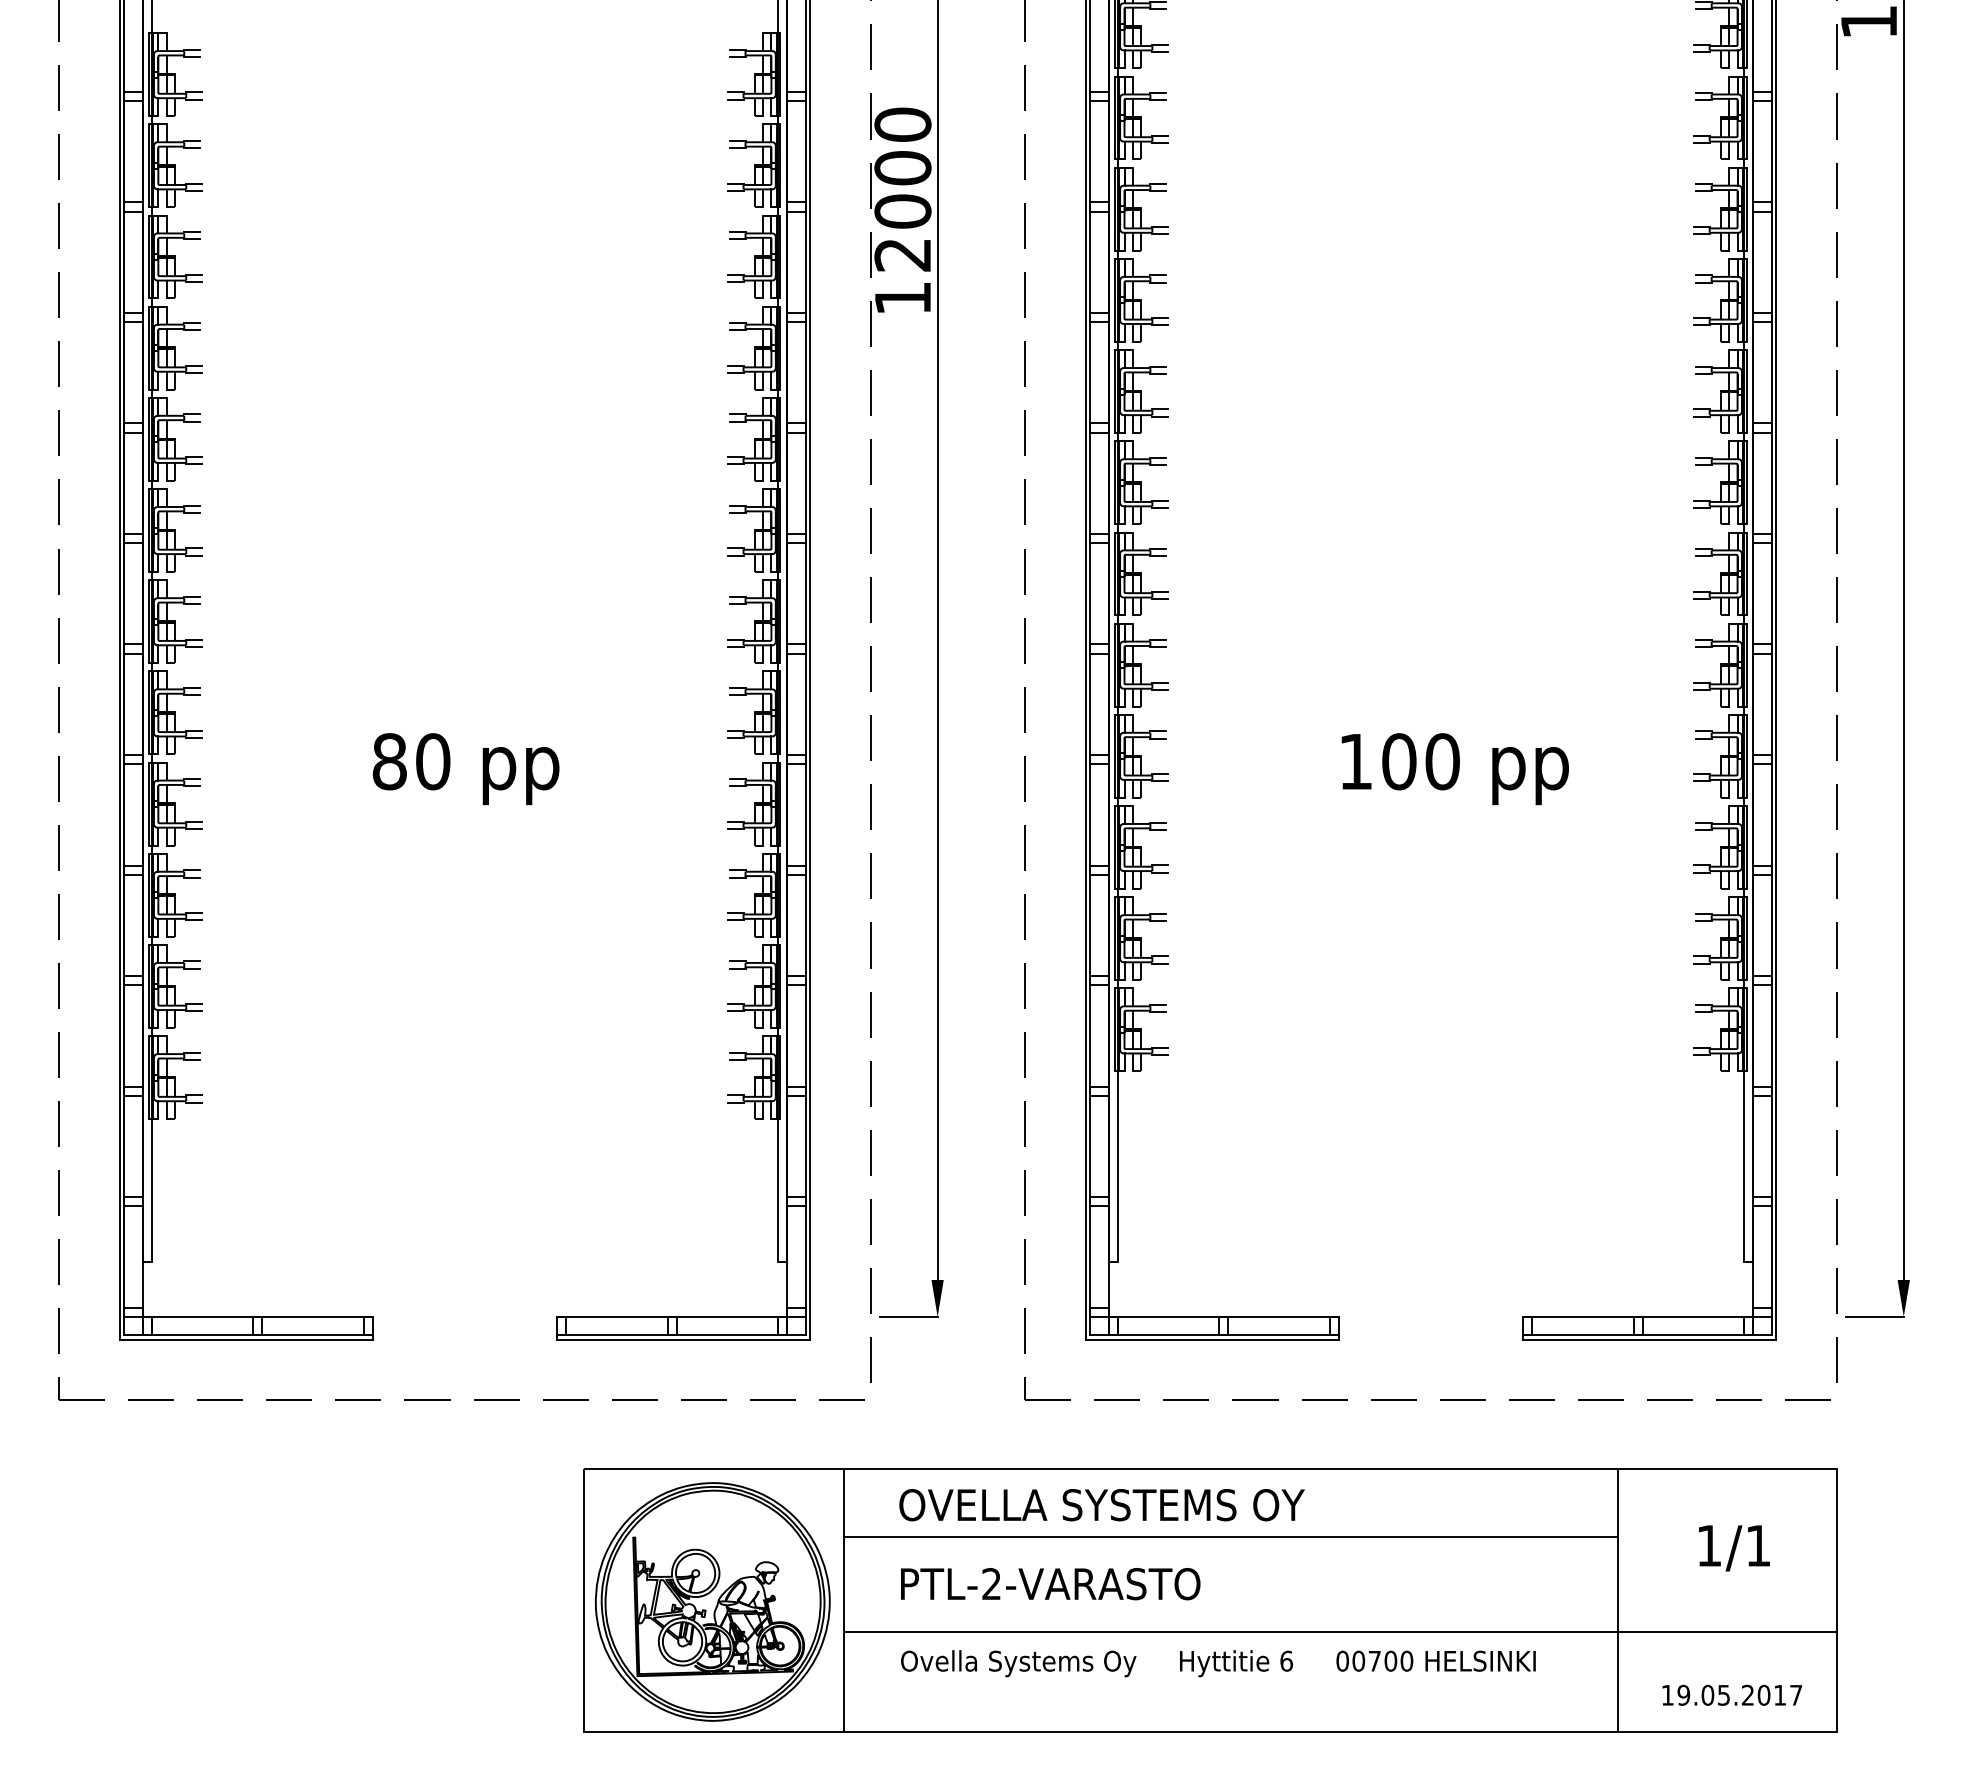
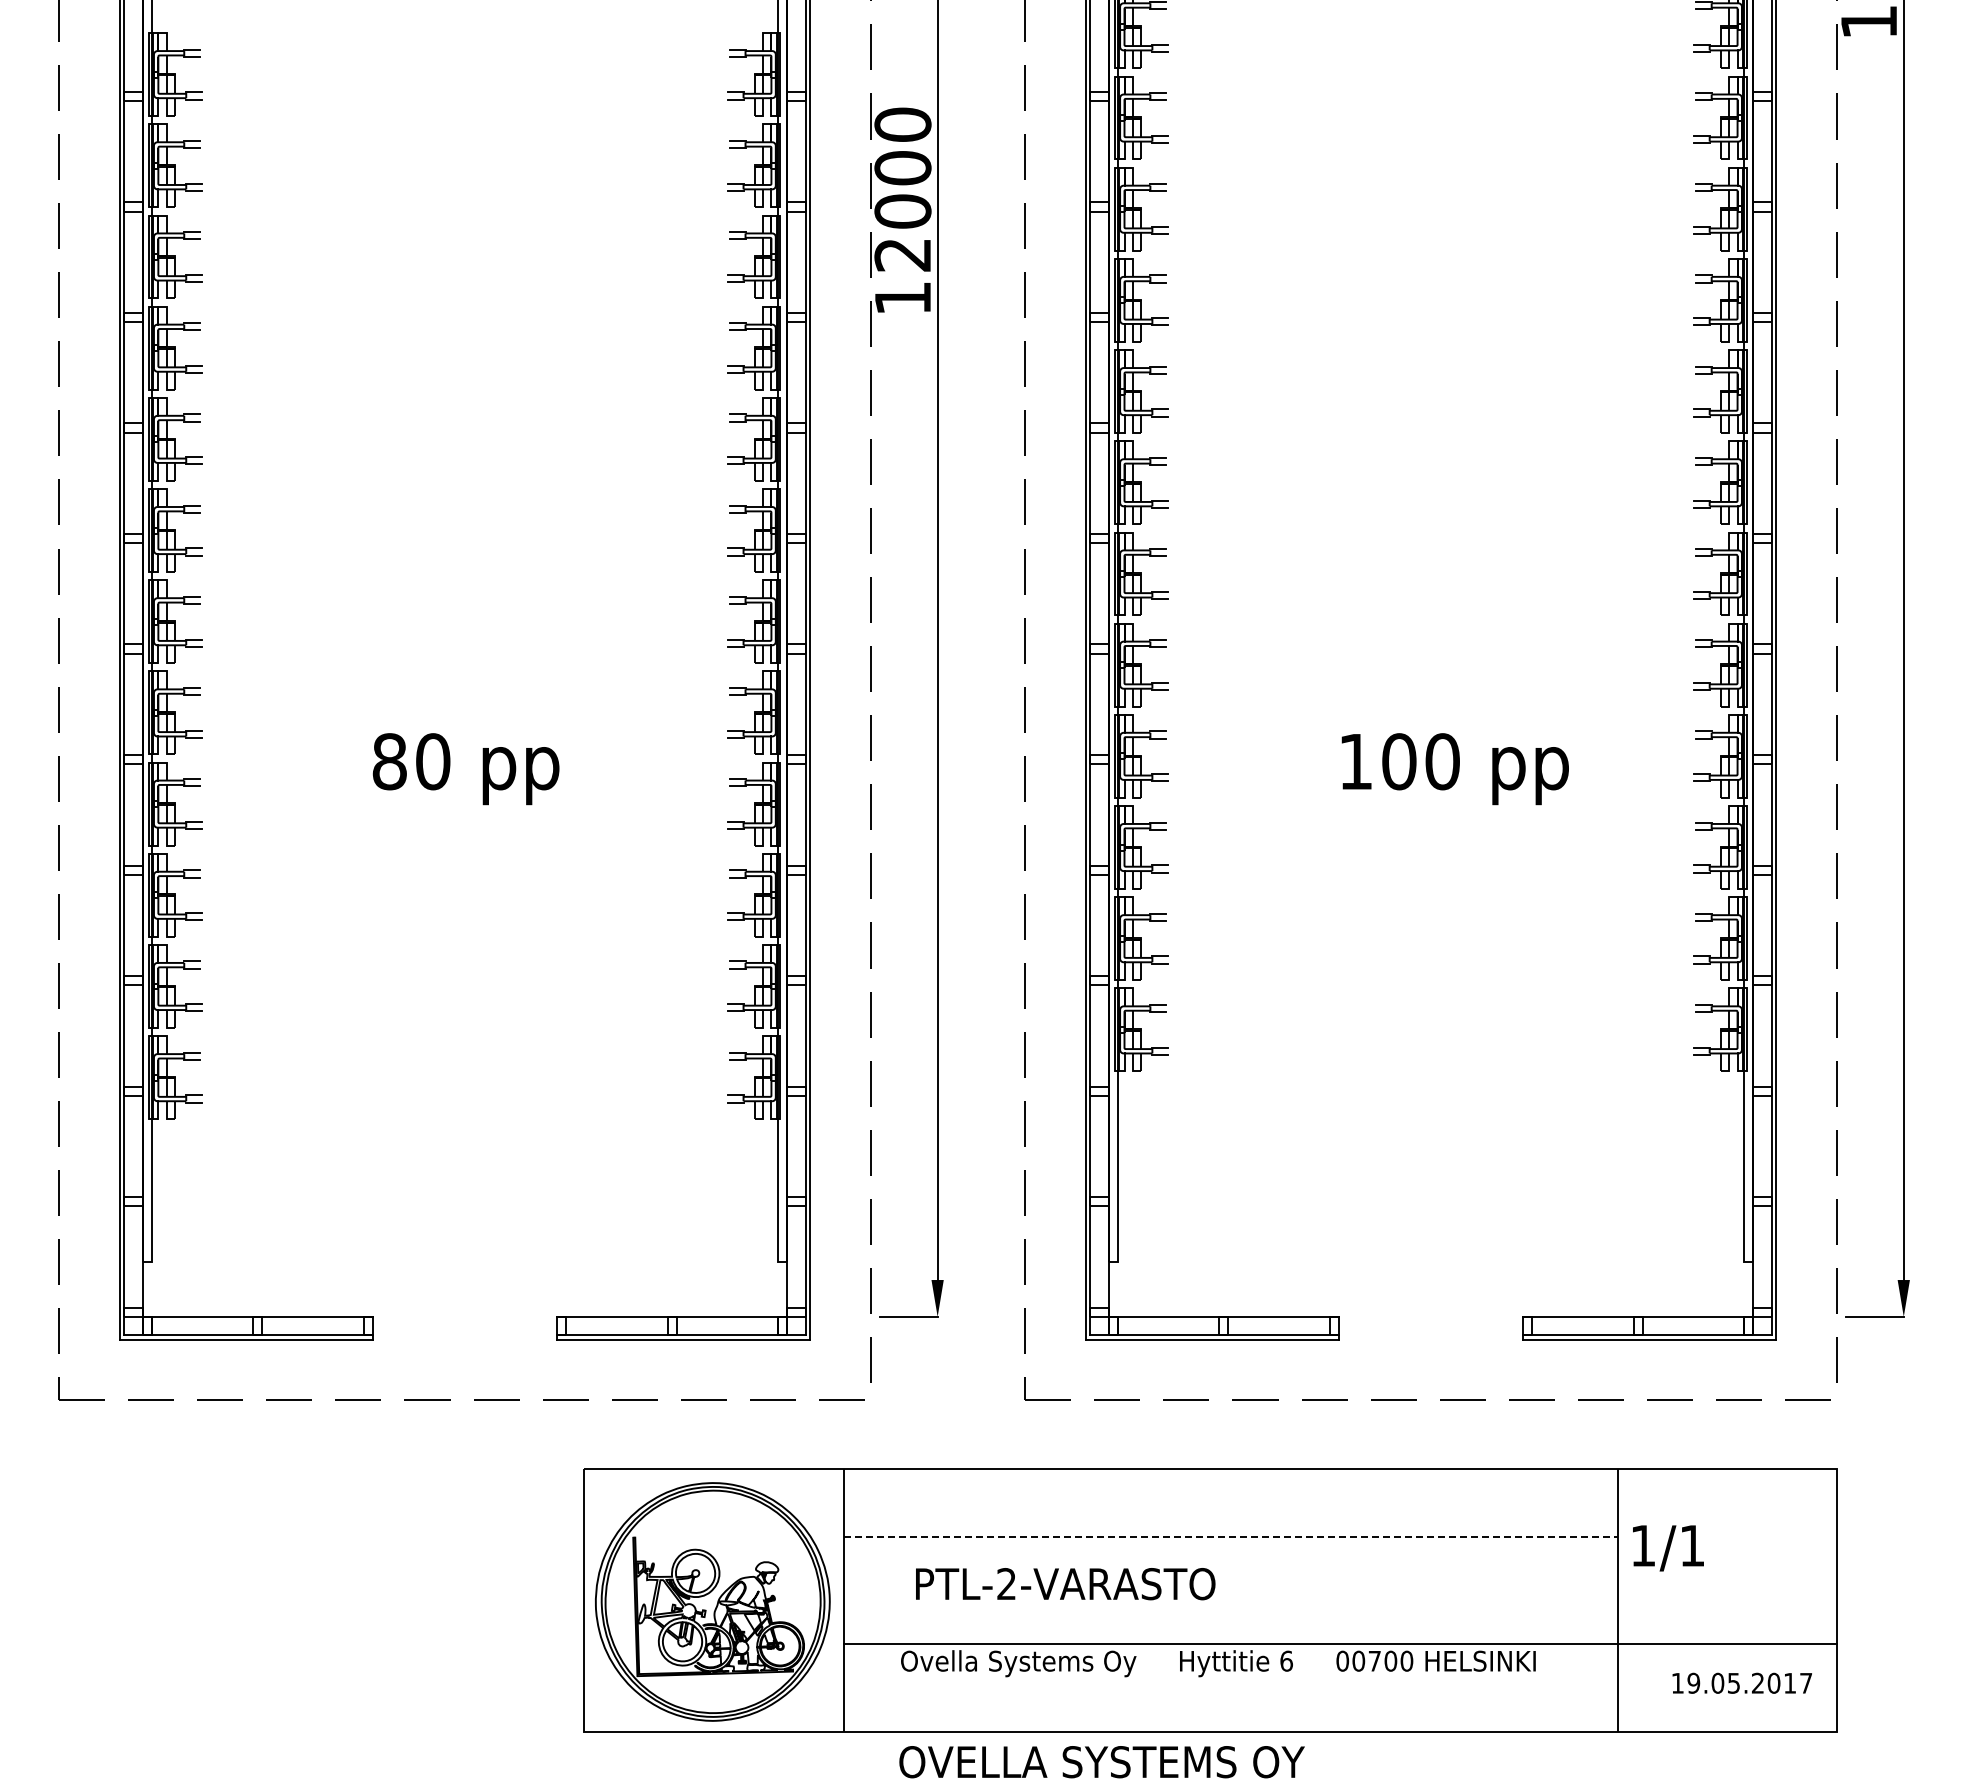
text at (1101, 1505) position: (1101, 1505) -> (1101, 1762)
line at (1230, 1537): solid -> dashed
text at (1734, 1548) position: (1734, 1548) -> (1668, 1548)
text at (1050, 1584) position: (1050, 1584) -> (1065, 1584)
line at (1339, 1631) position: (1339, 1631) -> (1339, 1643)
text at (1731, 1694) position: (1731, 1694) -> (1741, 1682)
